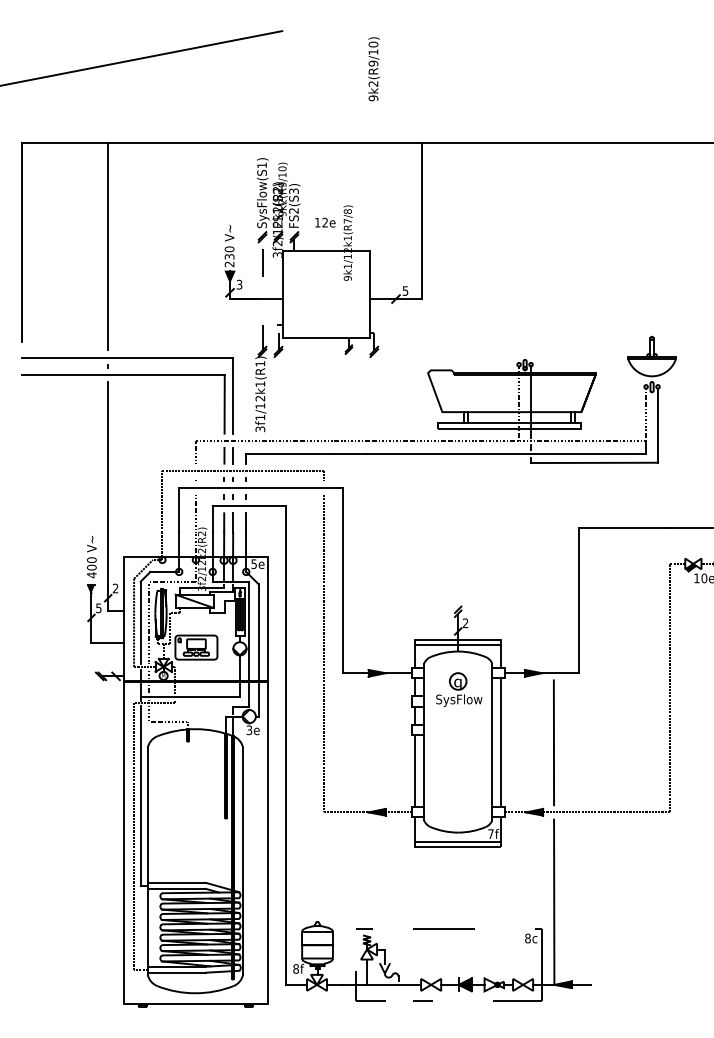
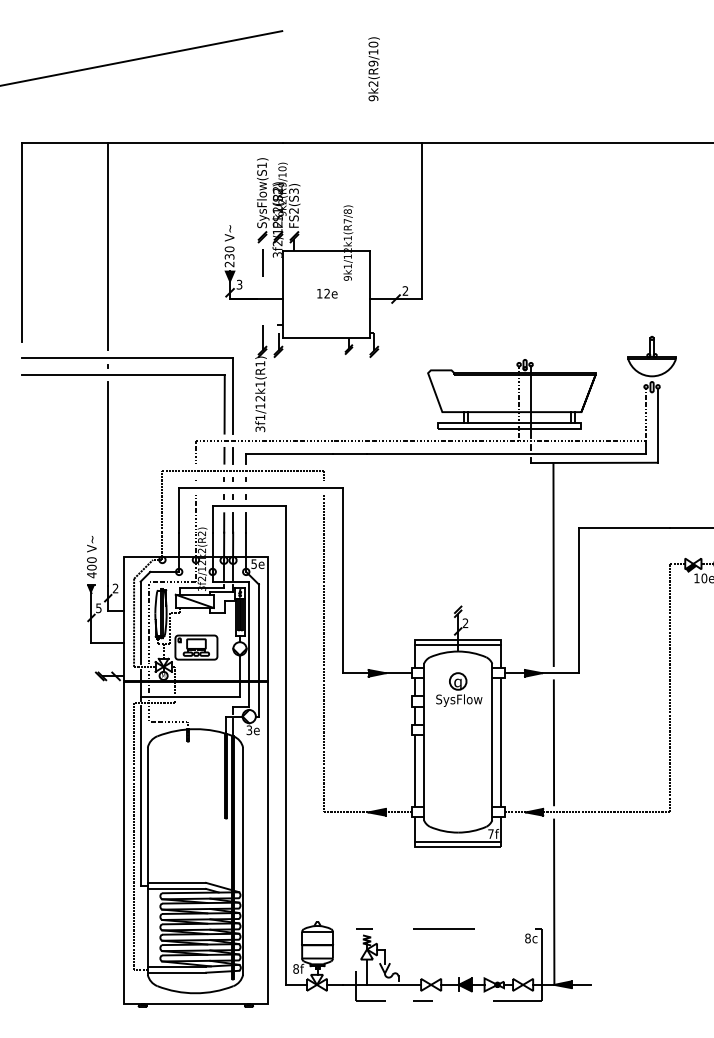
text at (325, 222) position: (325, 222) -> (327, 293)
text at (405, 290): 5 -> 2
line at (553, 564): none -> present
